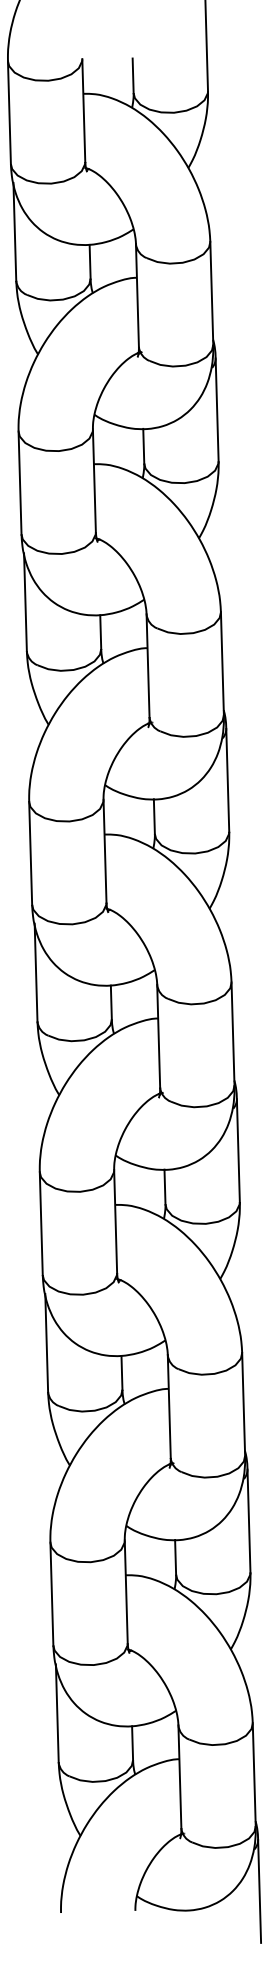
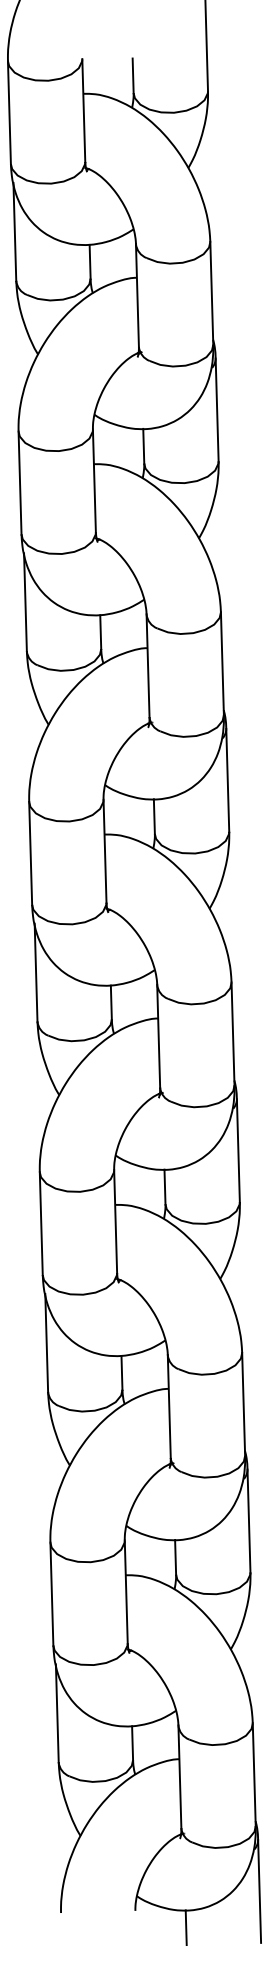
line at (185, 1927): none -> present
